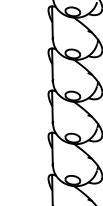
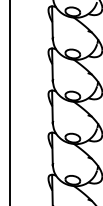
line at (9, 102): none -> present
